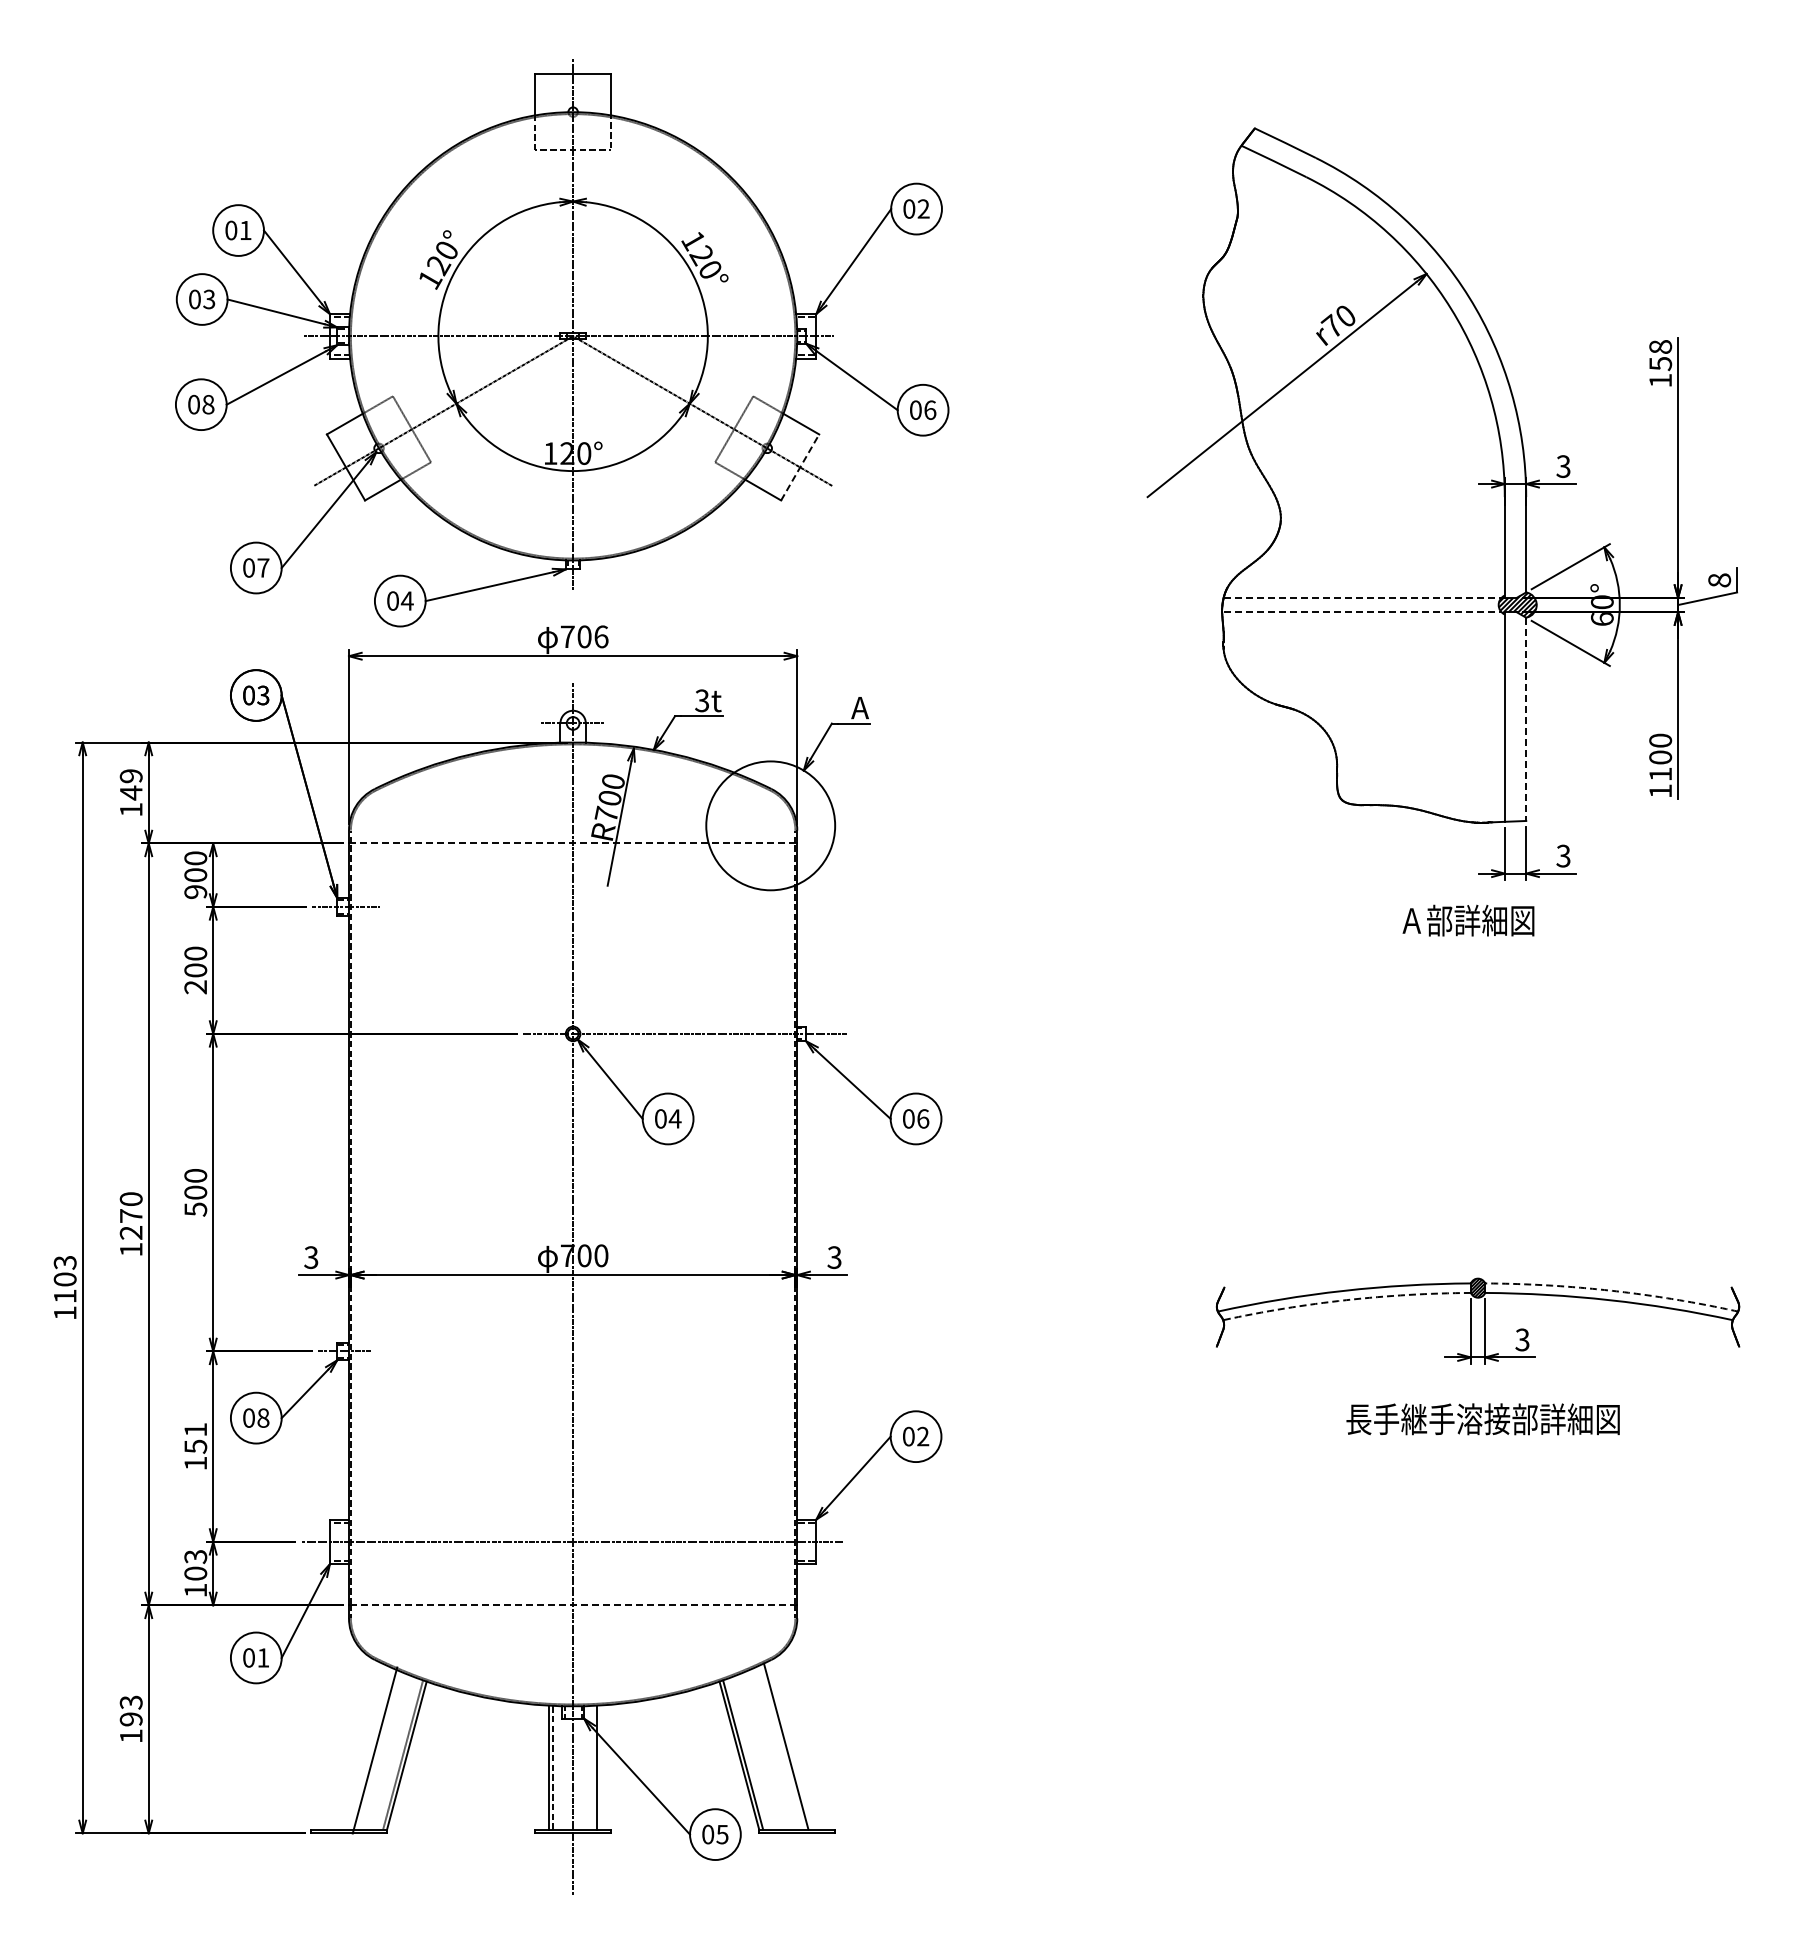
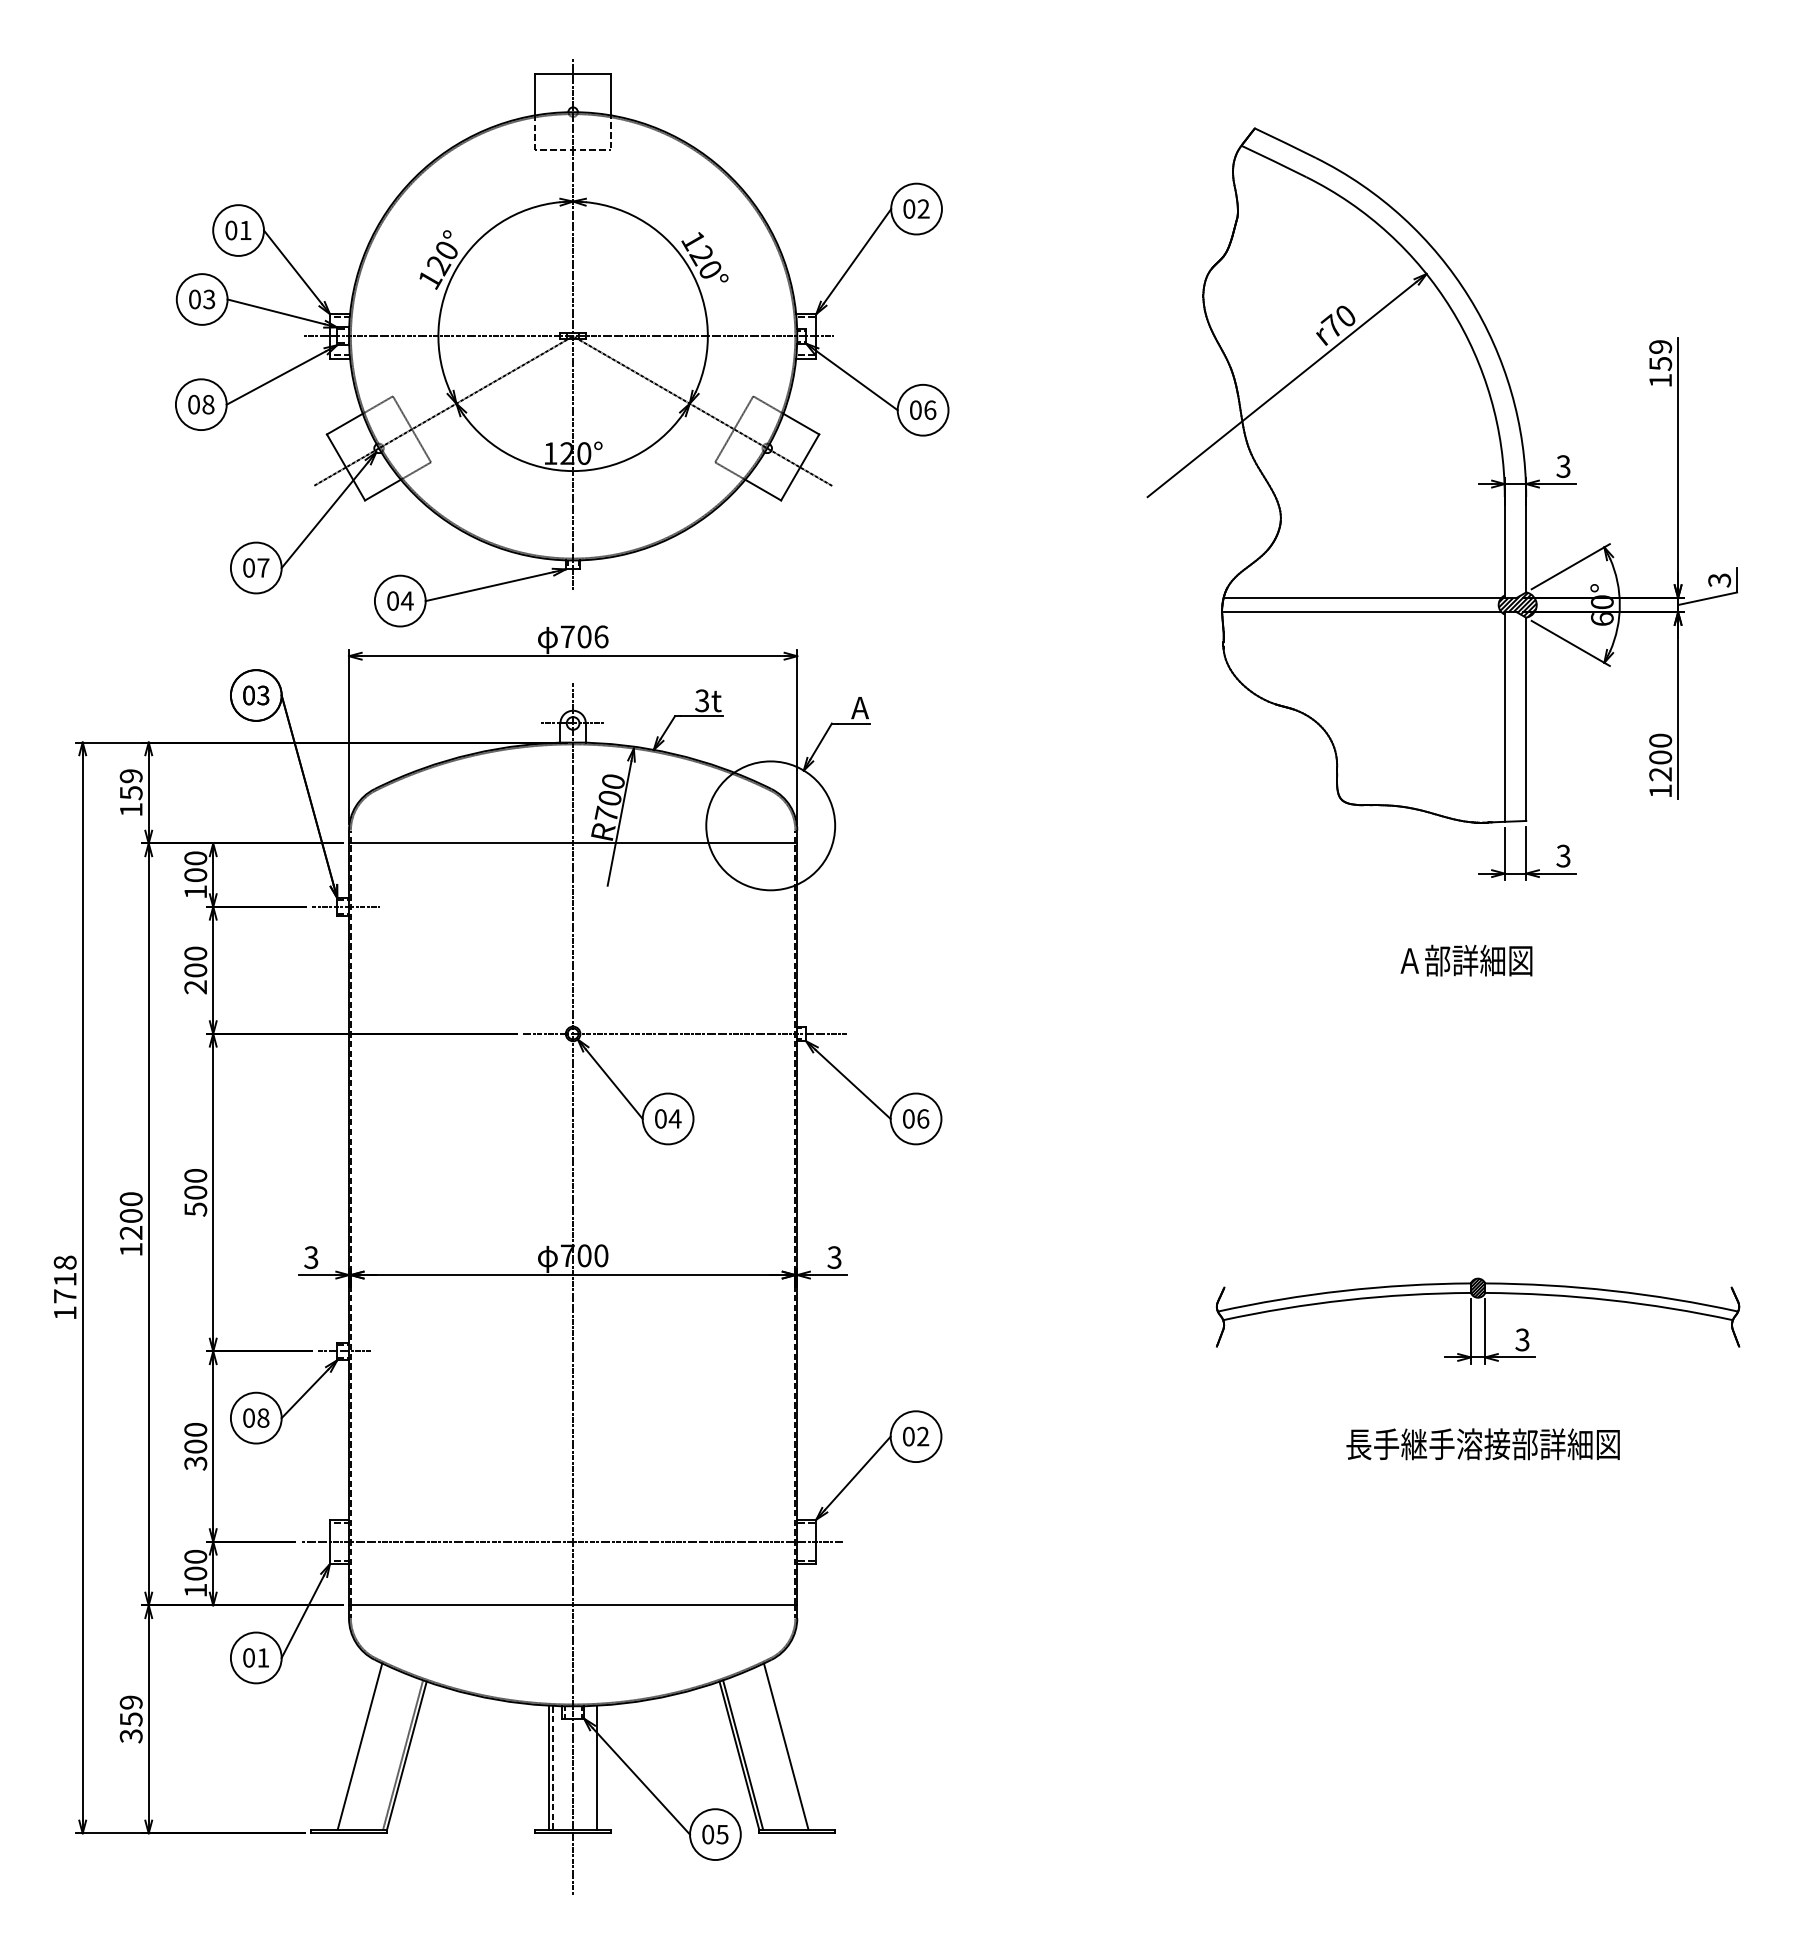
text at (1660, 346): 158 -> 159
line at (800, 467): dashed -> solid
text at (1719, 580): 8 -> 3
line at (1362, 597): dashed -> solid
line at (1362, 612): dashed -> solid
line at (1526, 719): dashed -> solid
text at (1660, 774): 1100 -> 1200
text at (131, 792): 149 -> 159
line at (573, 843): dashed -> solid
text at (195, 892): 900 -> 100
text at (1468, 920) position: (1468, 920) -> (1466, 960)
text at (130, 1215): 1270 -> 1200
text at (64, 1279): 1103 -> 1718
arc at (1612, 1290): dashed -> solid
arc at (1346, 1300): dashed -> solid
text at (1482, 1419) position: (1482, 1419) -> (1482, 1444)
text at (195, 1446): 151 -> 300
text at (195, 1557): 103 -> 100
line at (572, 1605): dashed -> solid
text at (130, 1719): 193 -> 359
line at (374, 1750) position: (374, 1750) -> (359, 1746)
